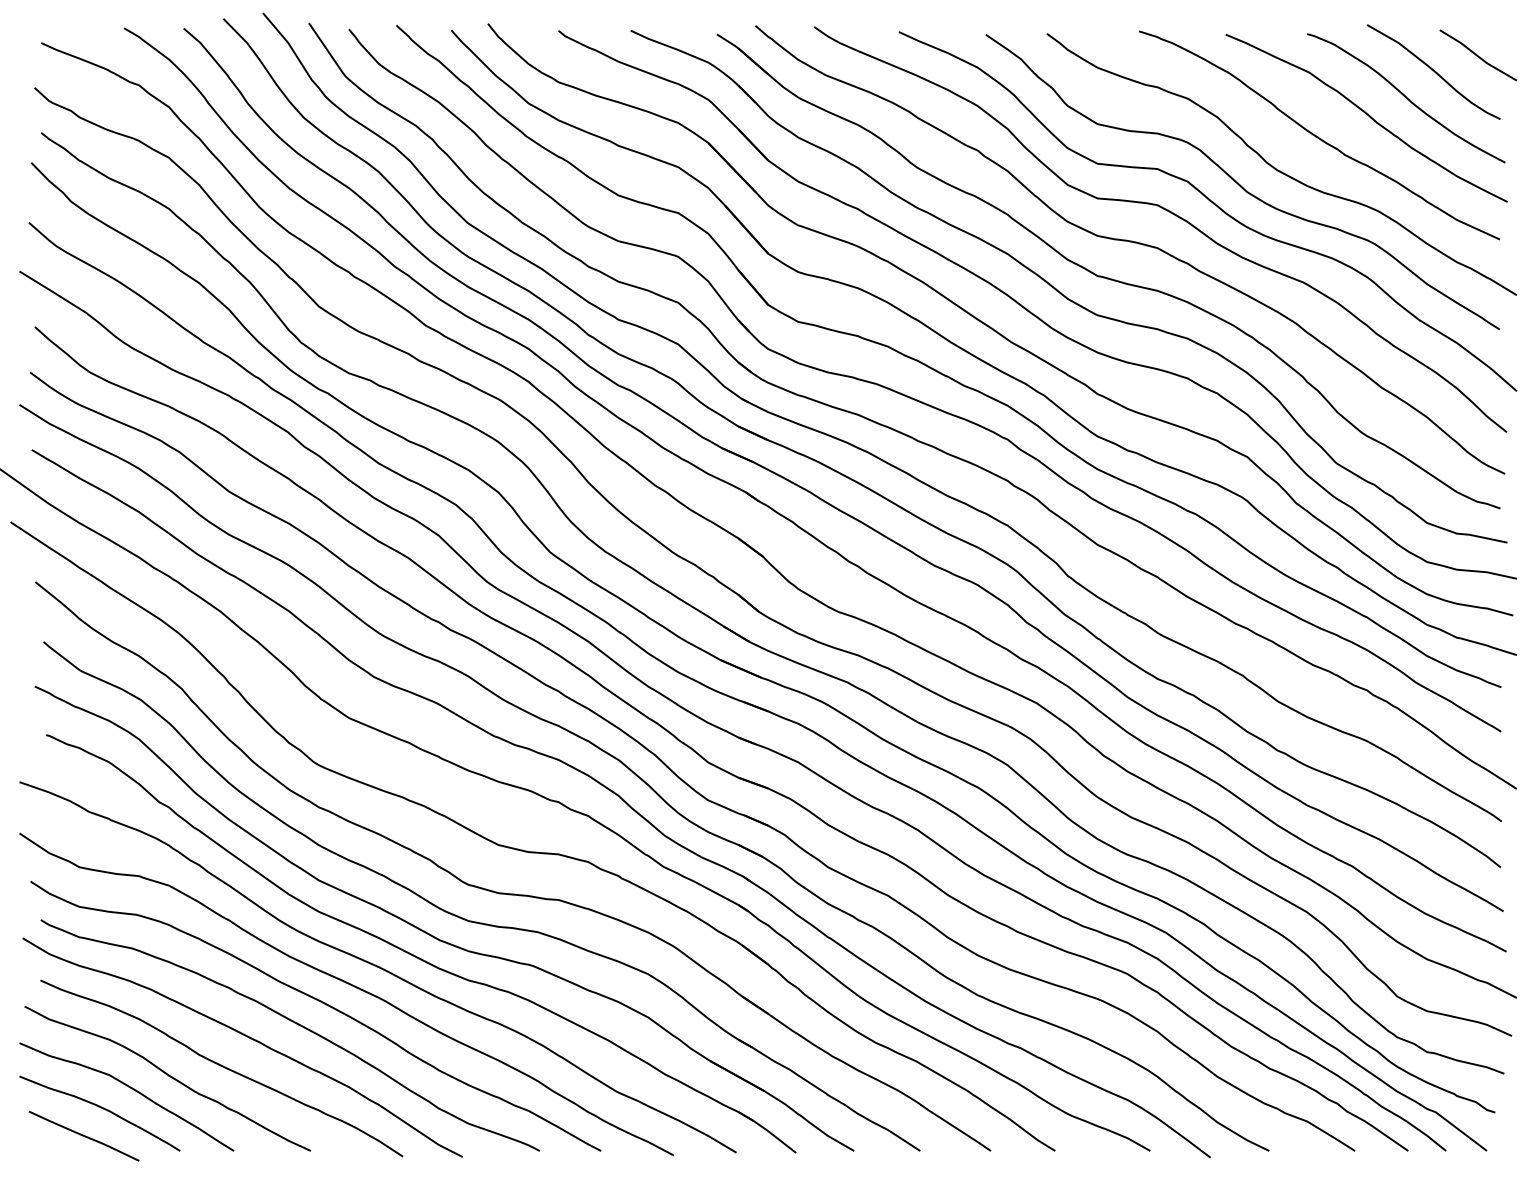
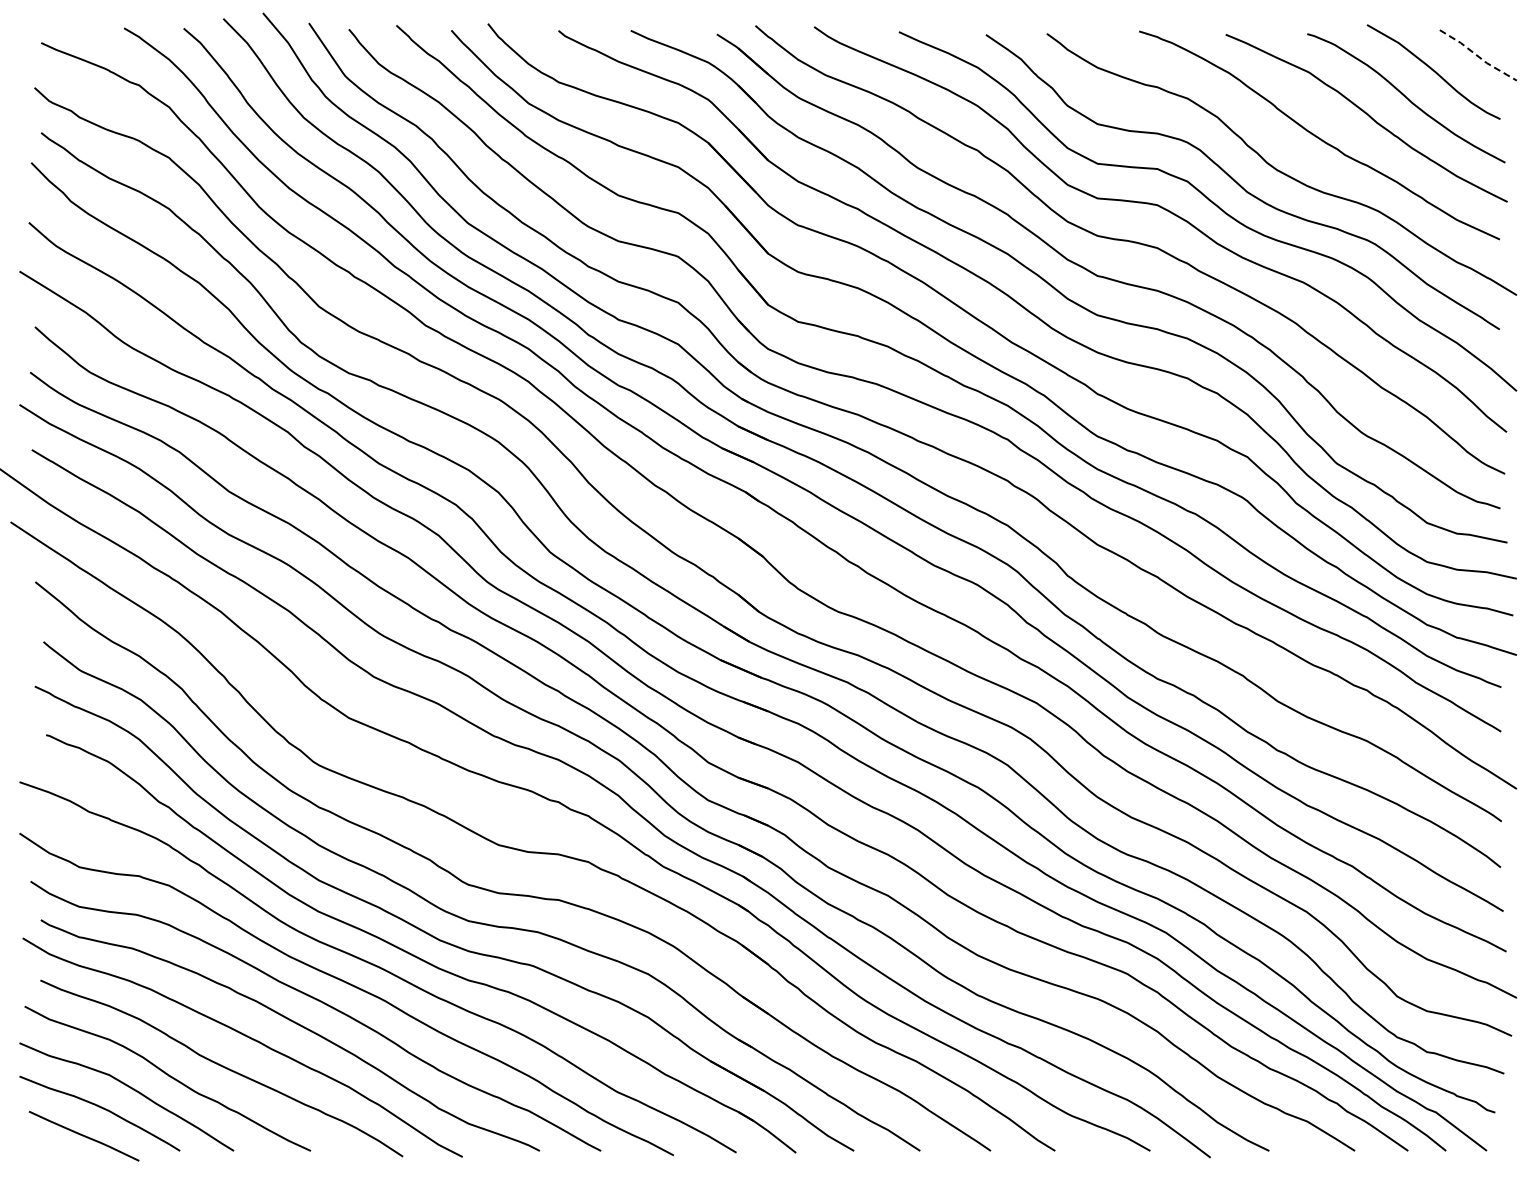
line at (1477, 56): solid -> dashed
